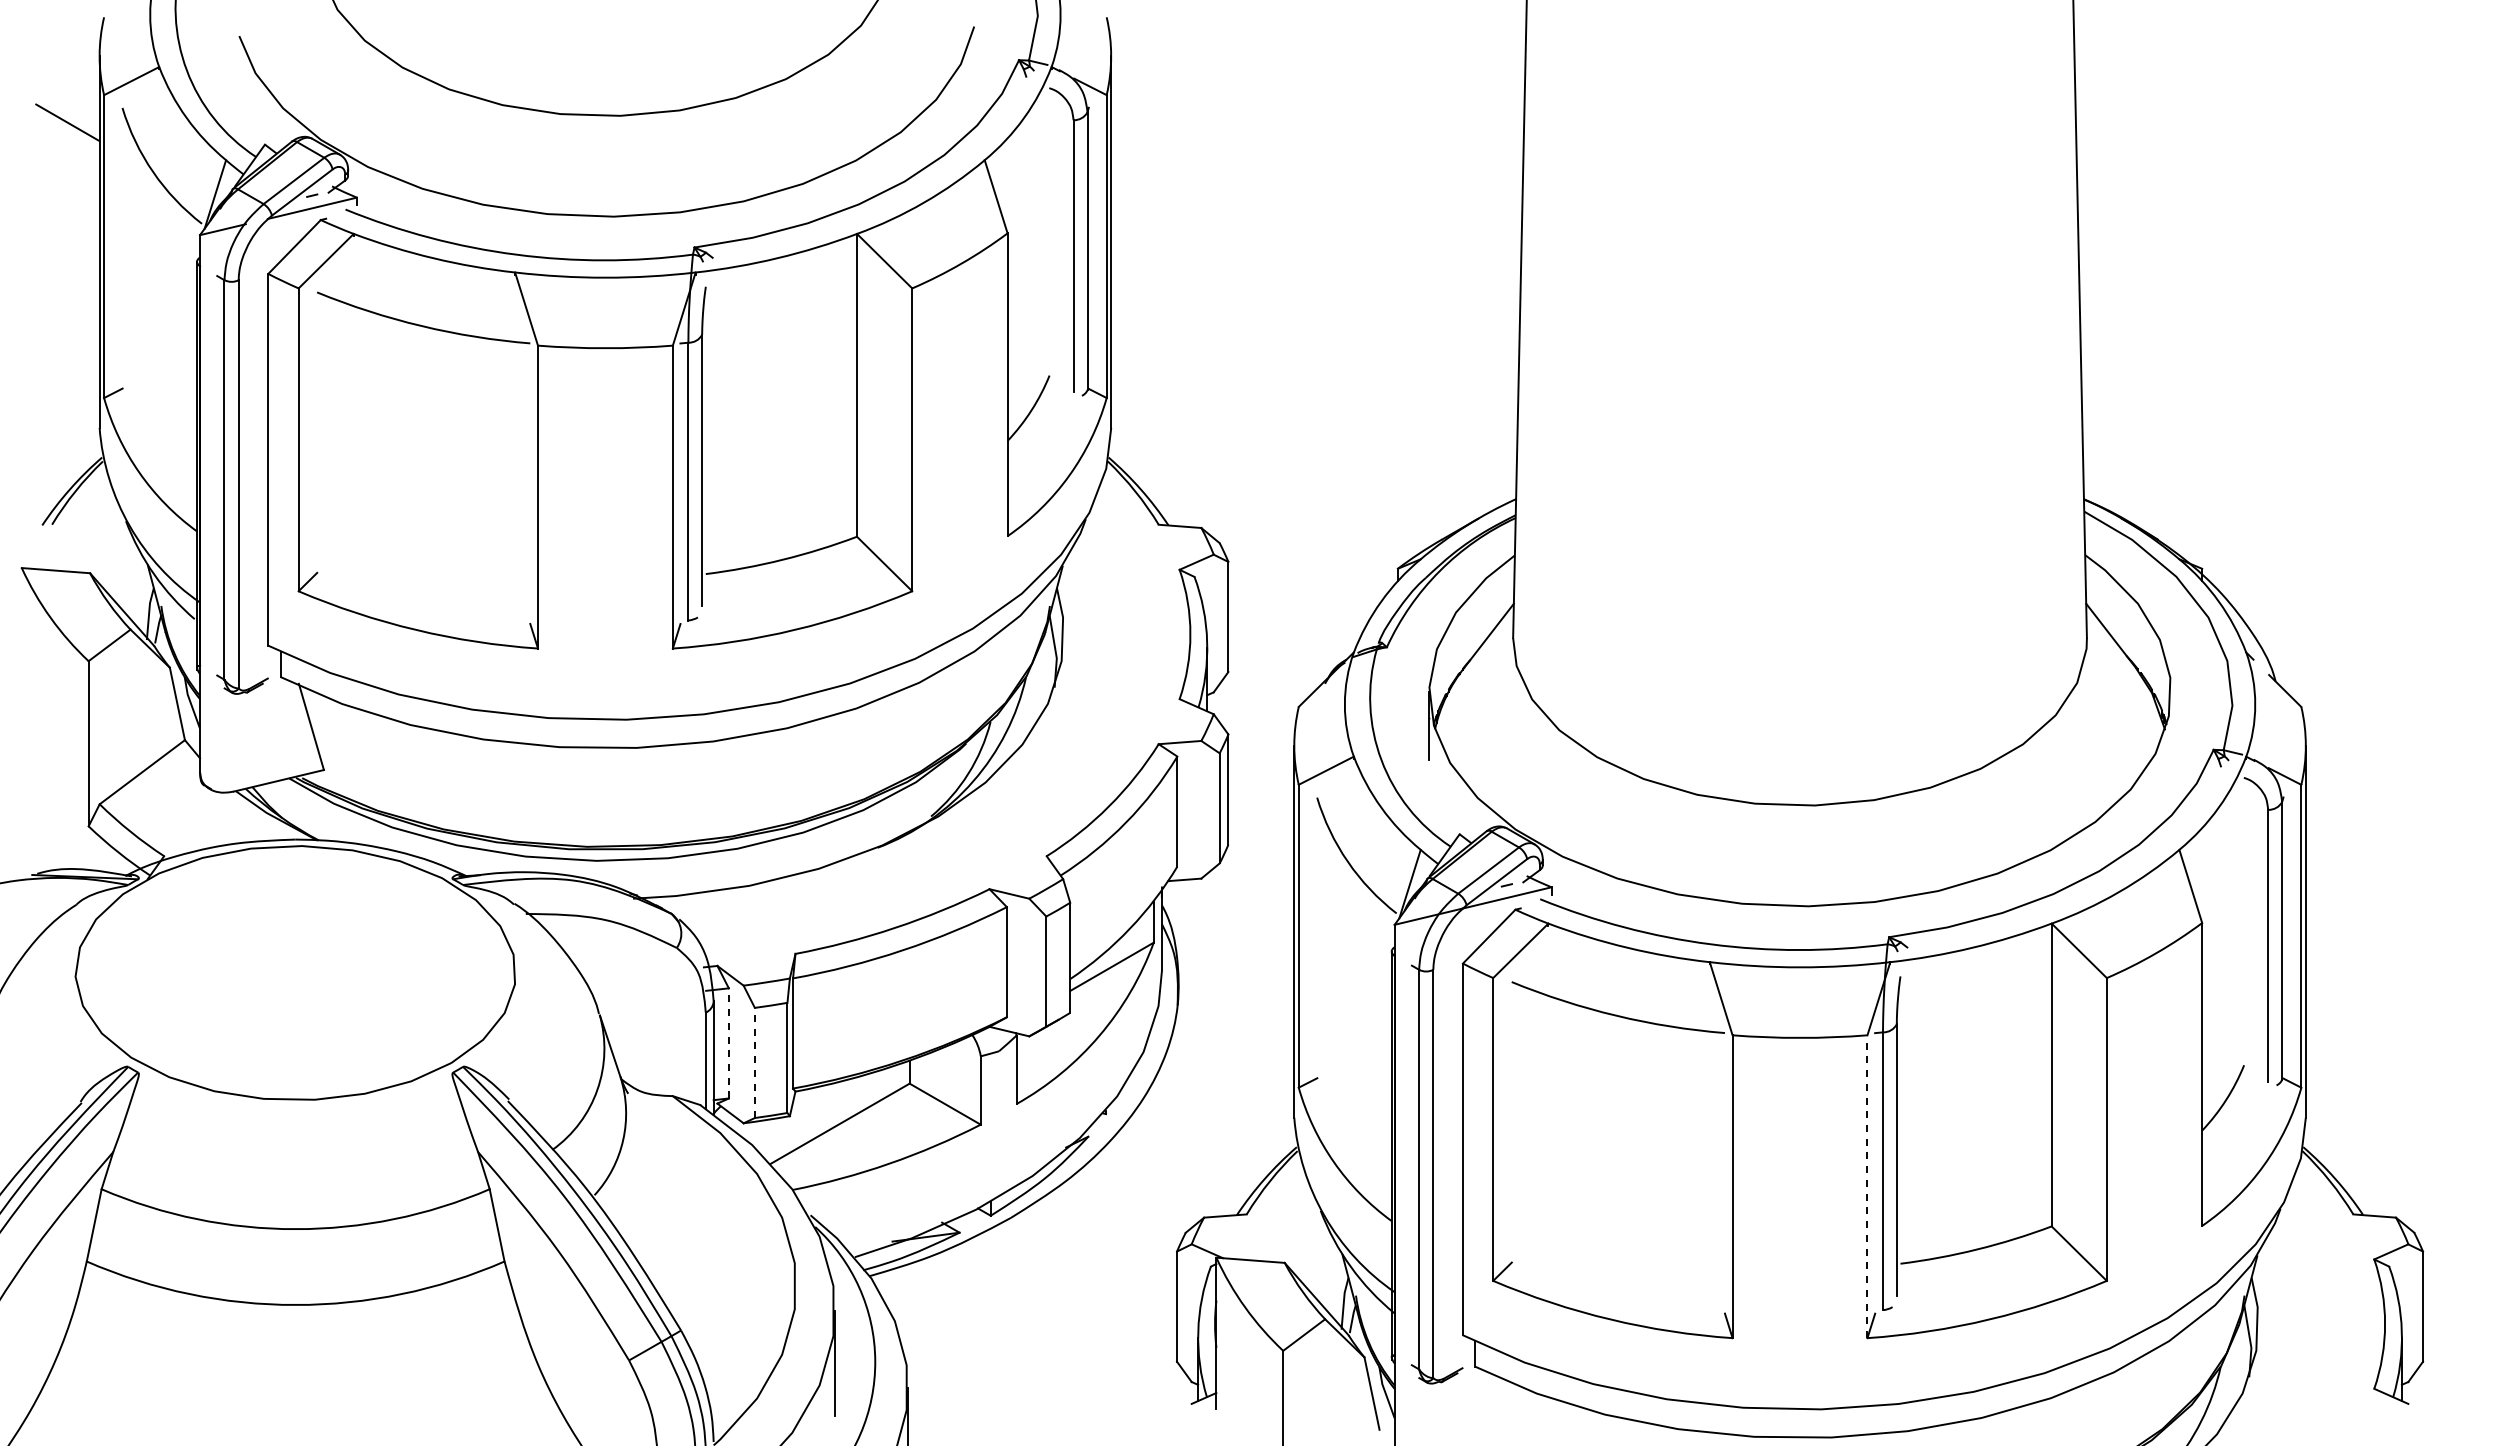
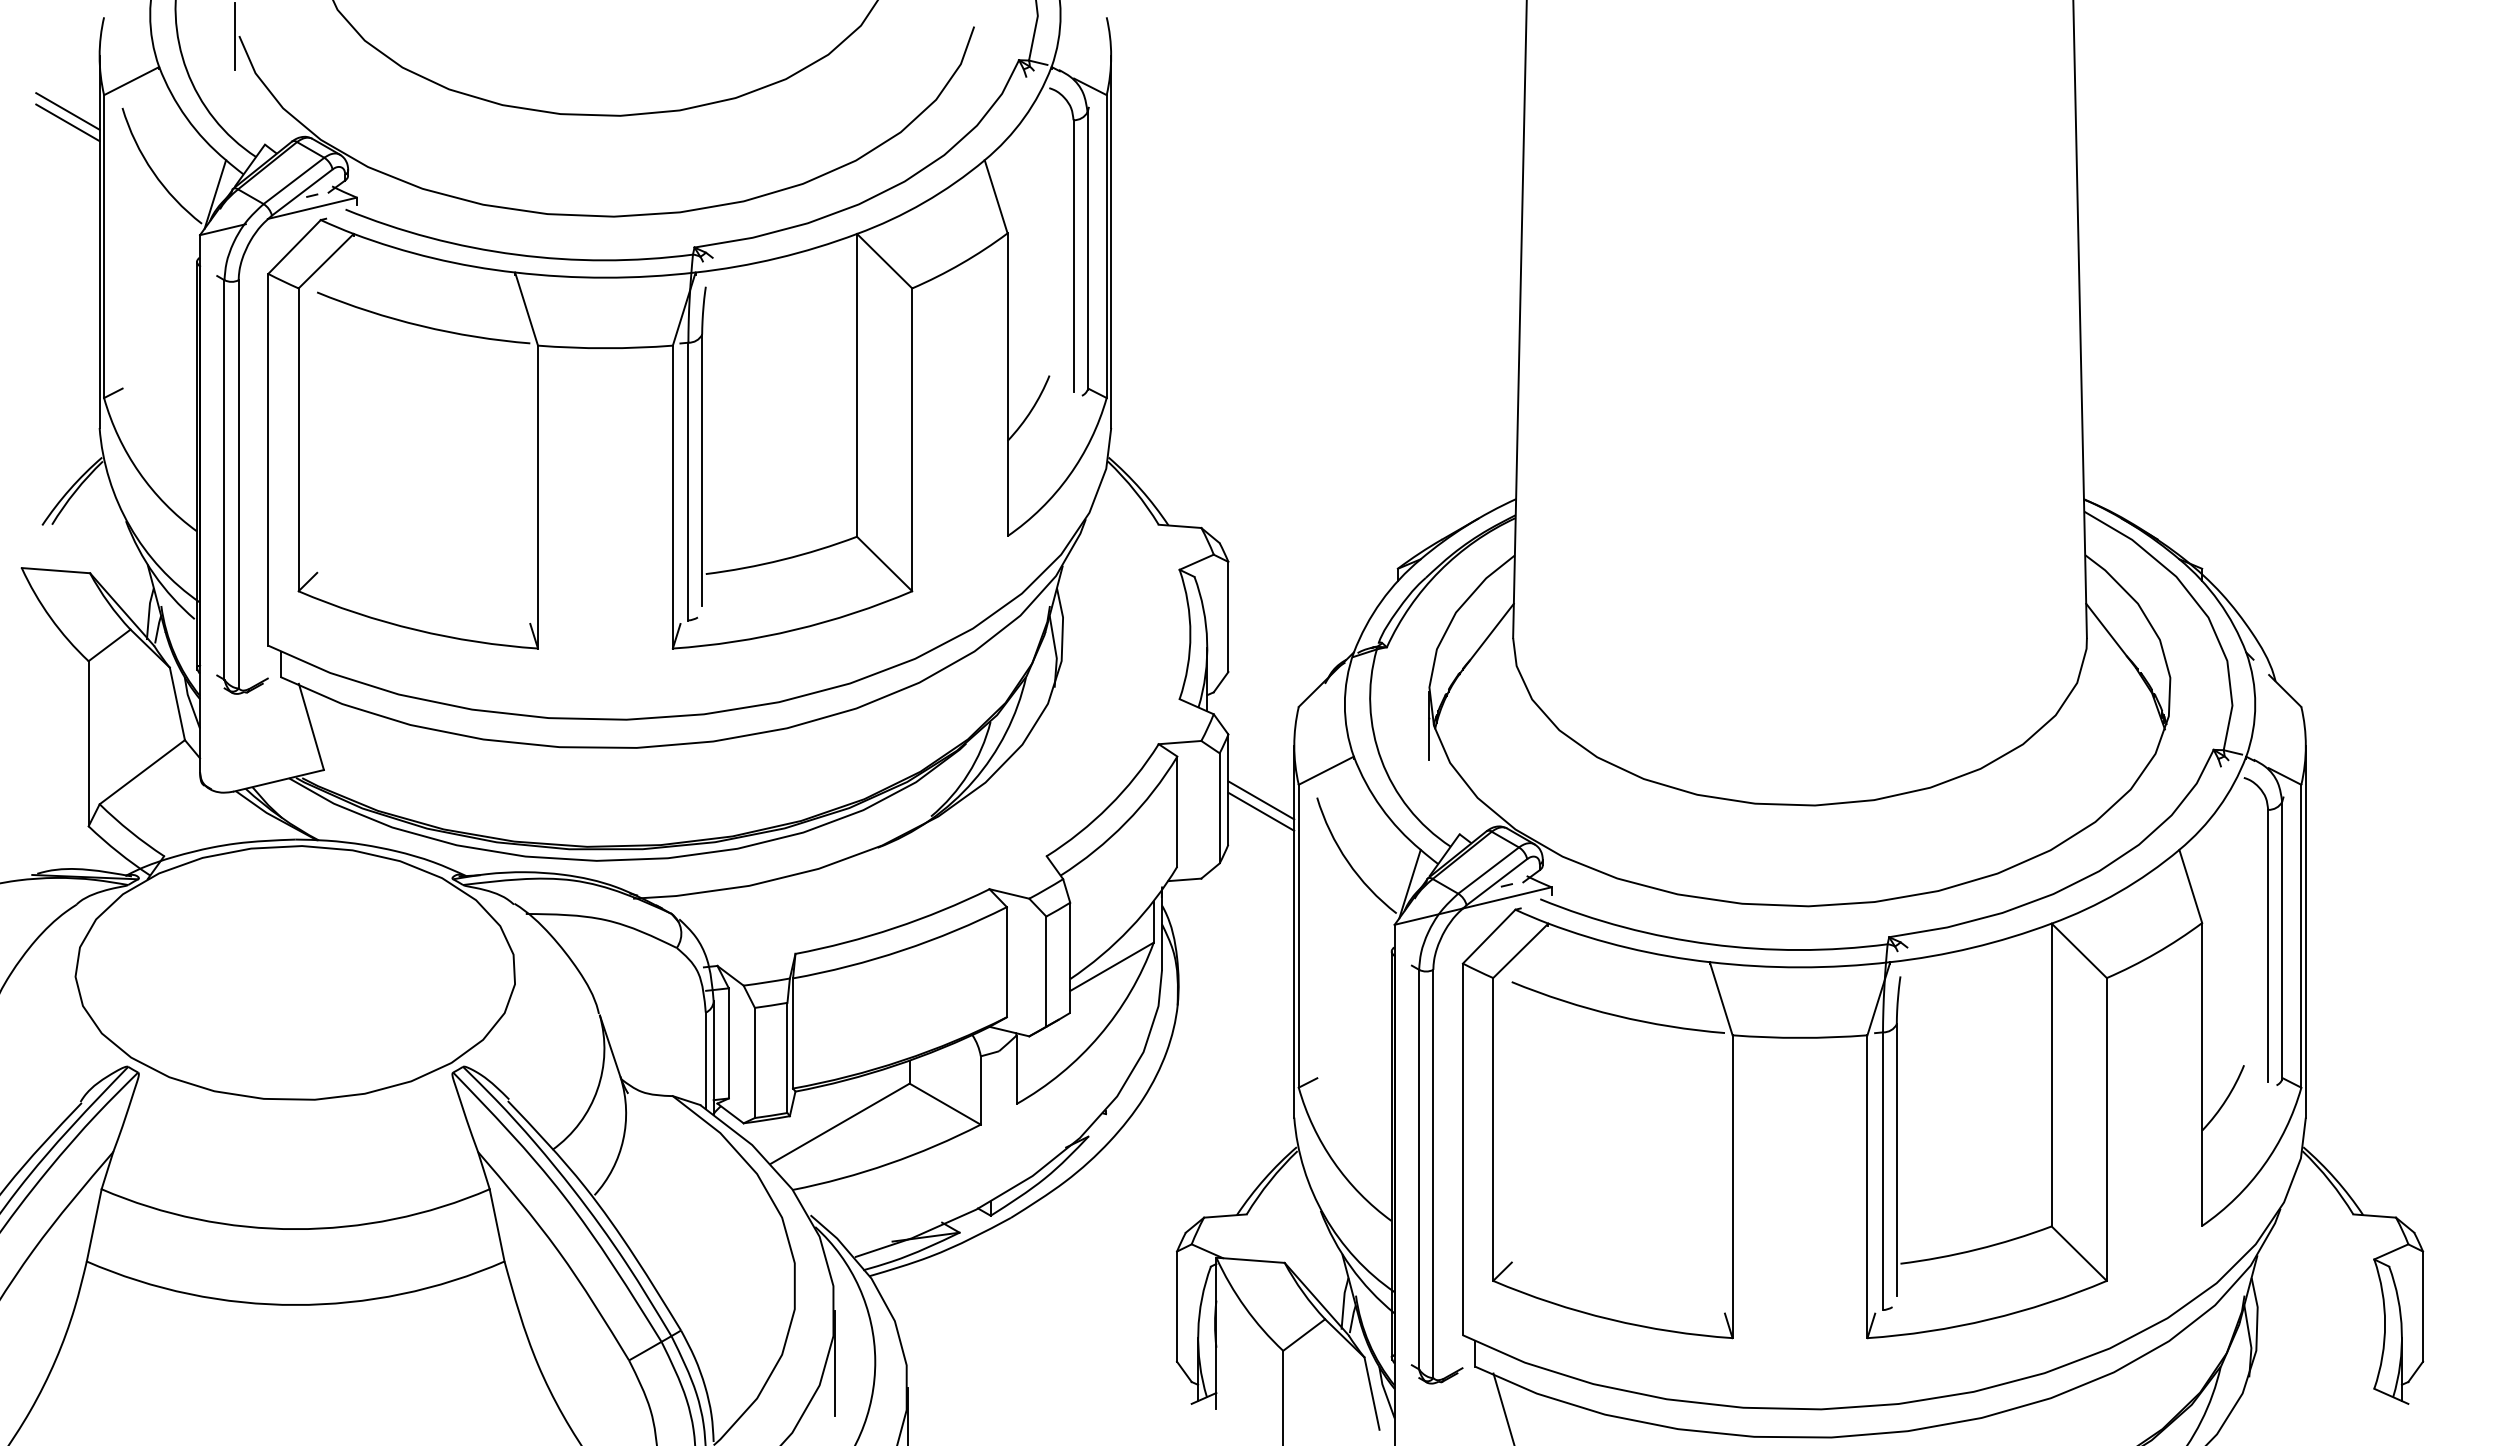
line at (234, 36): none -> present
line at (67, 111): none -> present
line at (1261, 800): none -> present
line at (1261, 811): none -> present
line at (728, 1042): dashed -> solid
line at (754, 1062): dashed -> solid
line at (1867, 1186): dashed -> solid
line at (1503, 1407): none -> present
